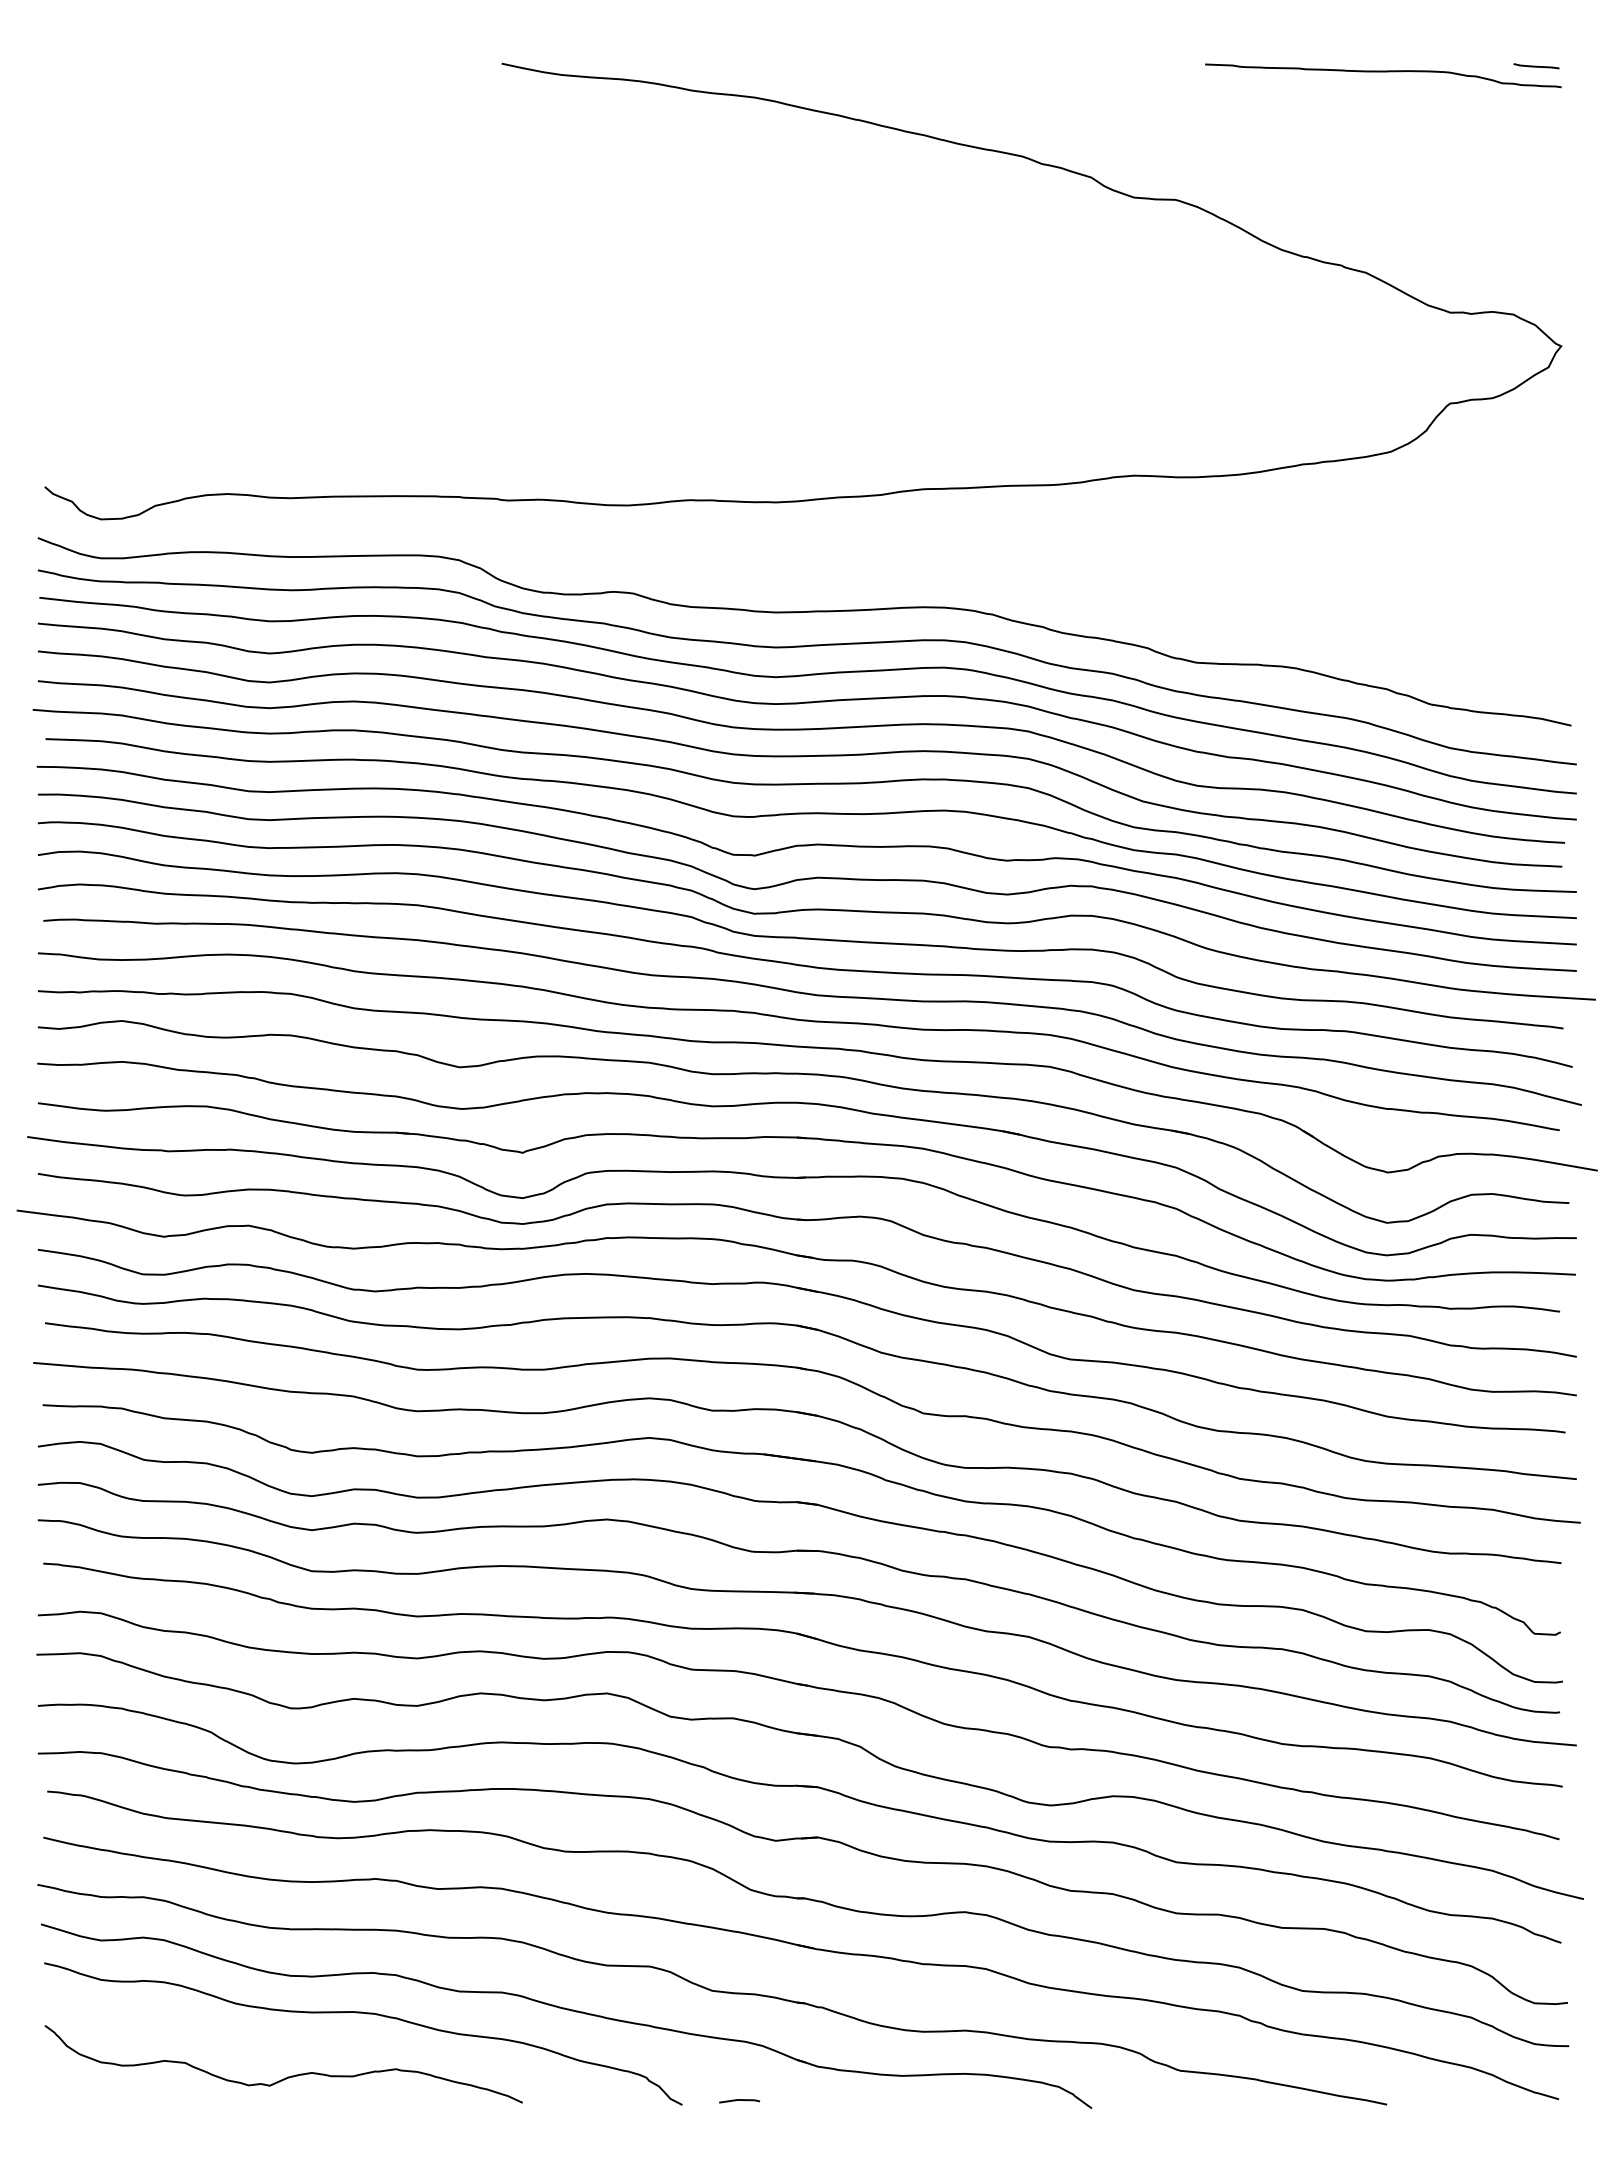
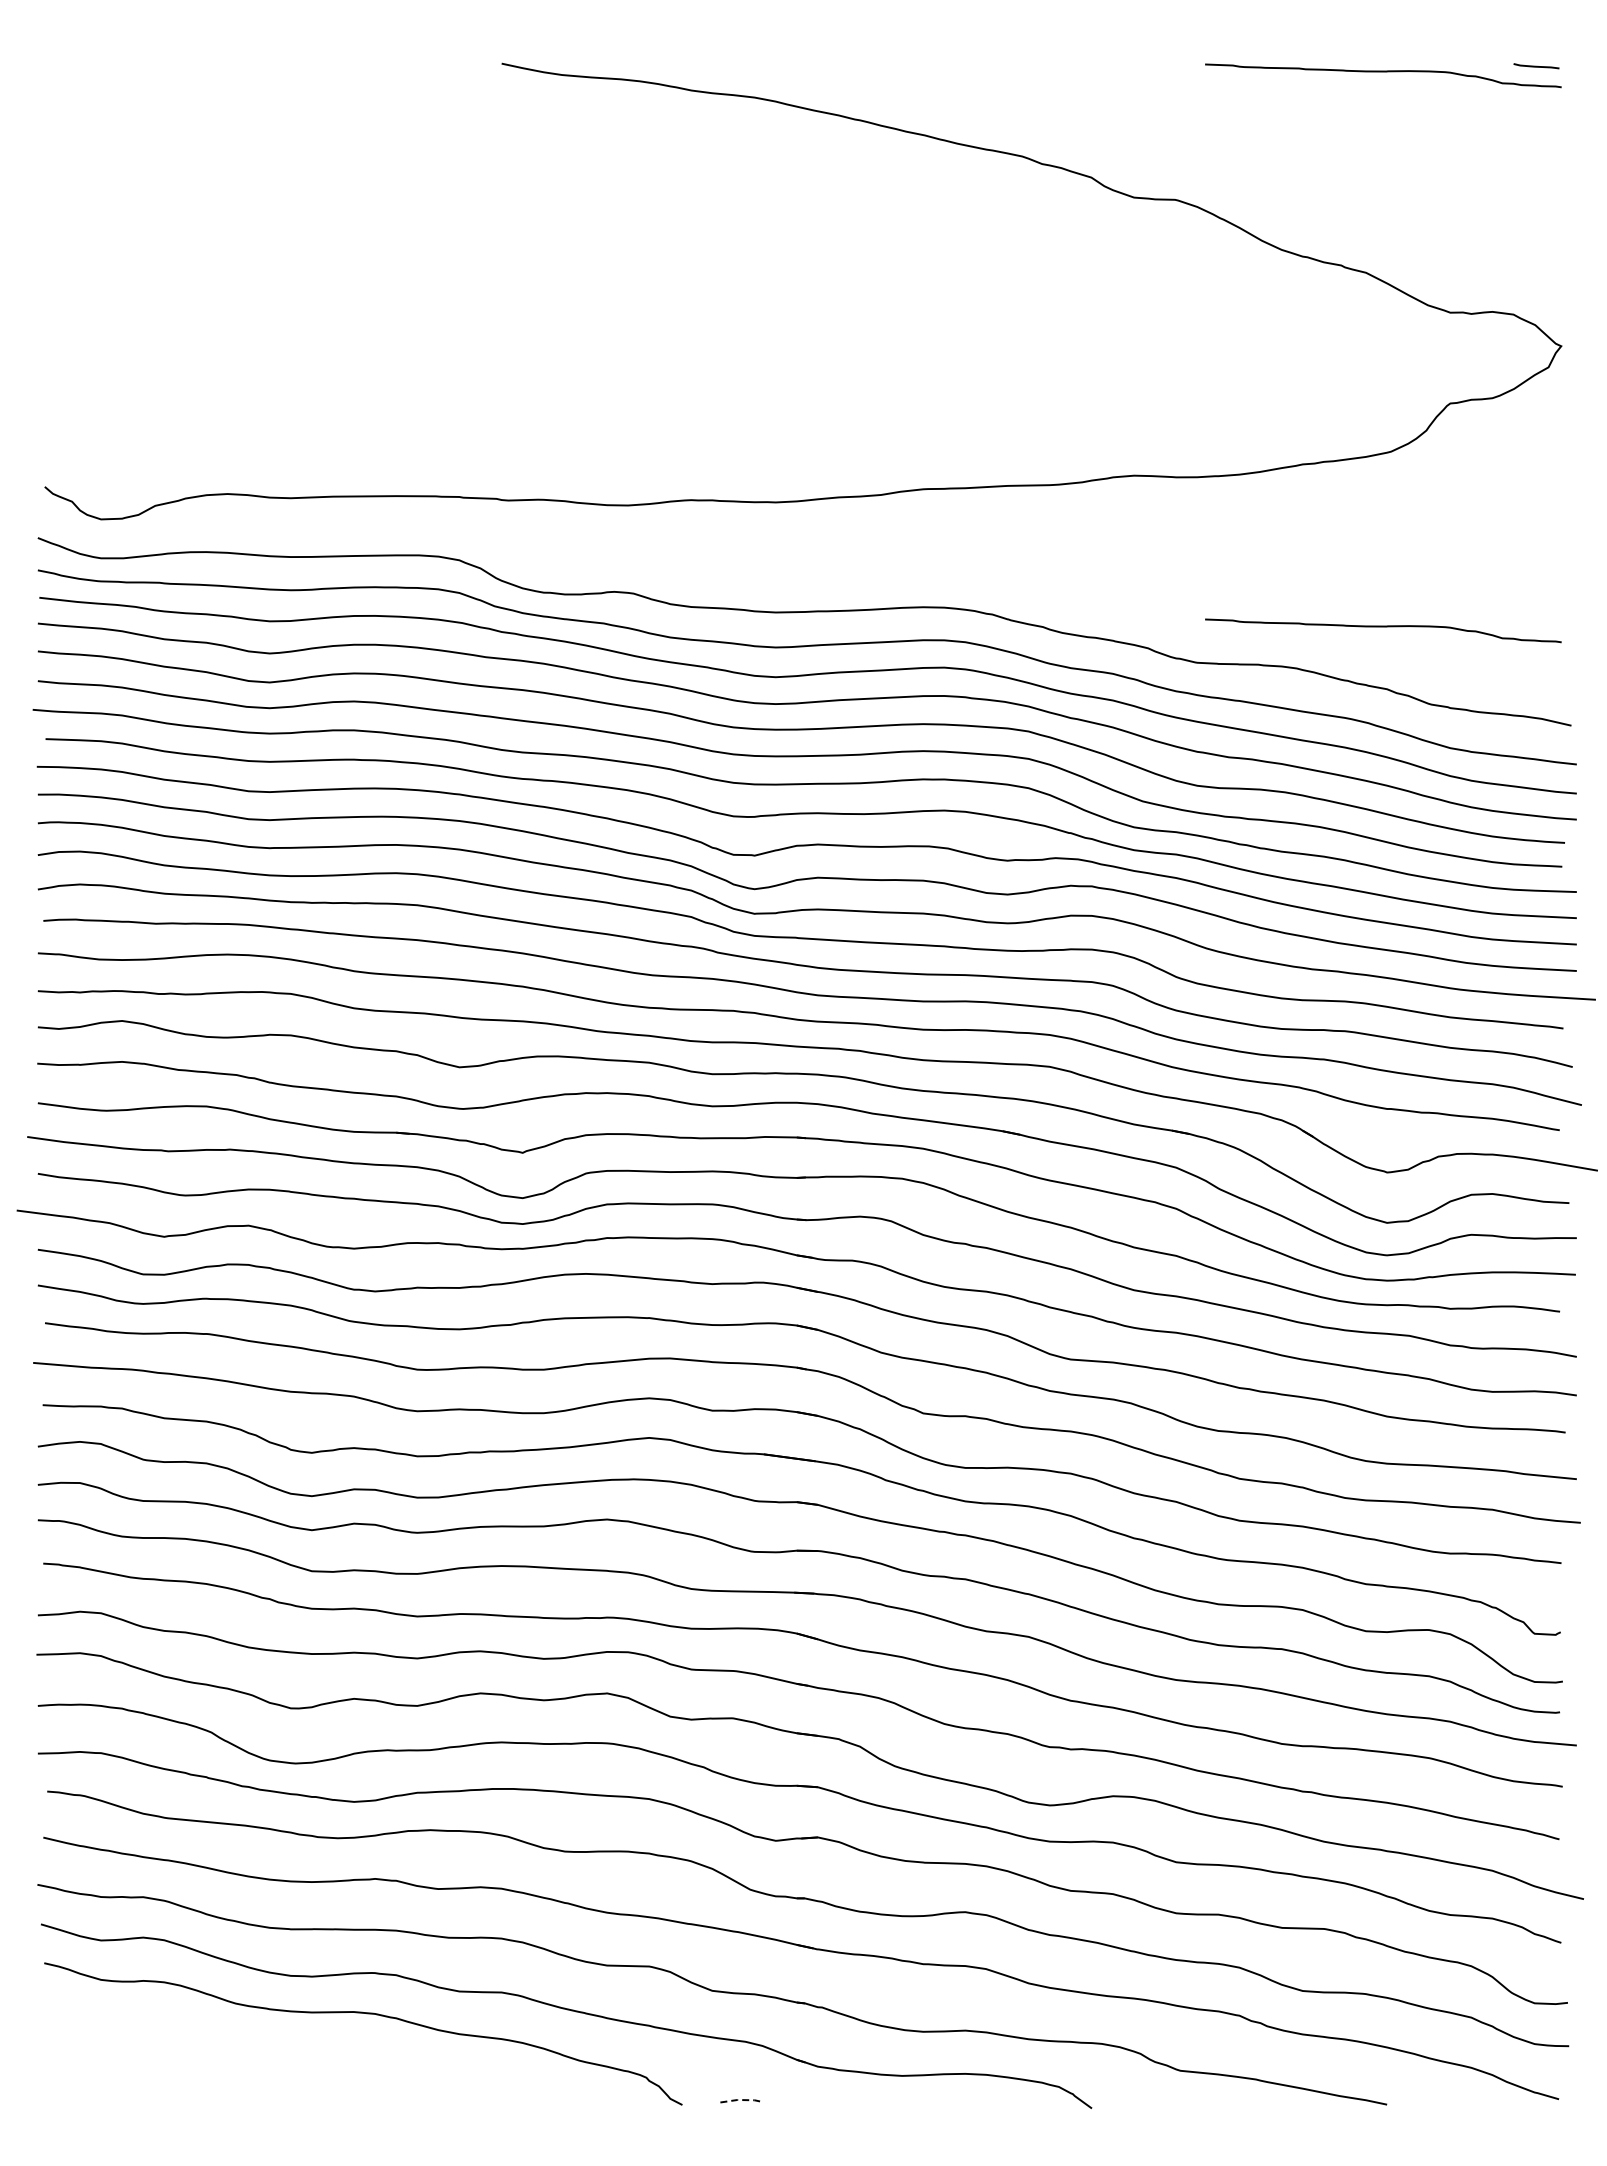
curve at (1383, 627): none -> present
curve at (287, 2076): present -> none
line at (739, 2100): solid -> dashed
